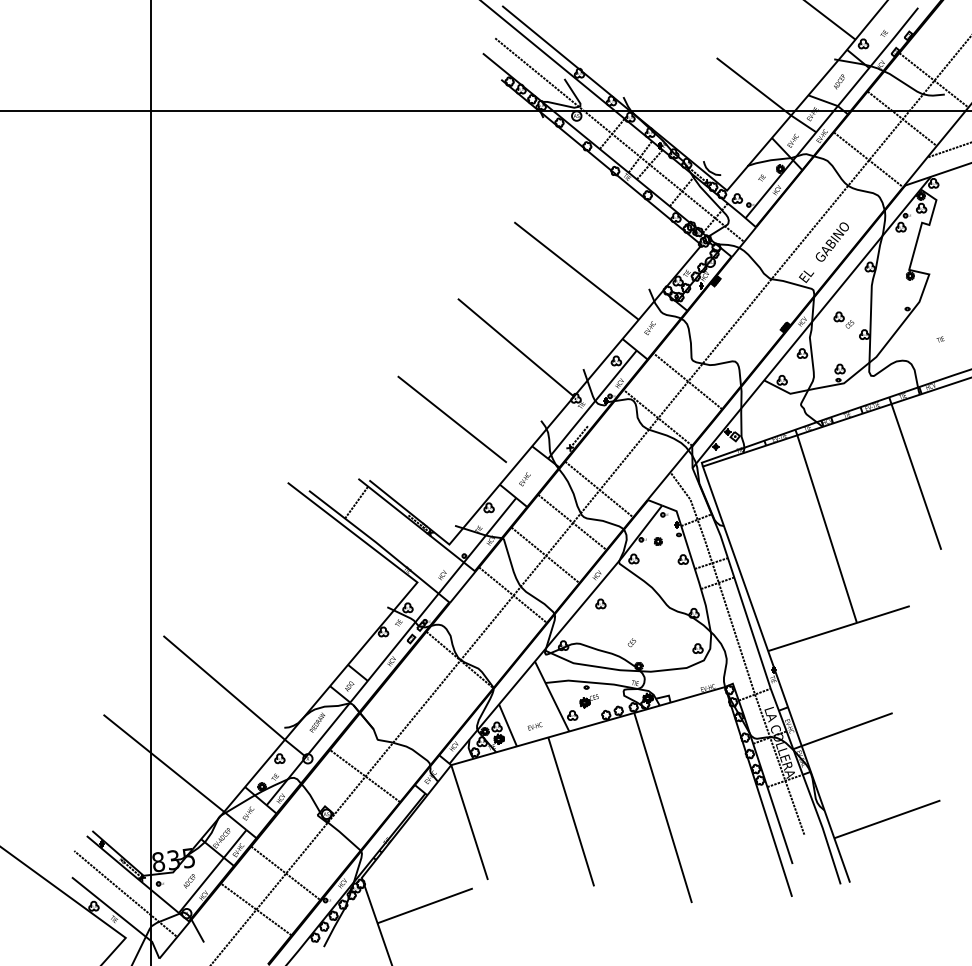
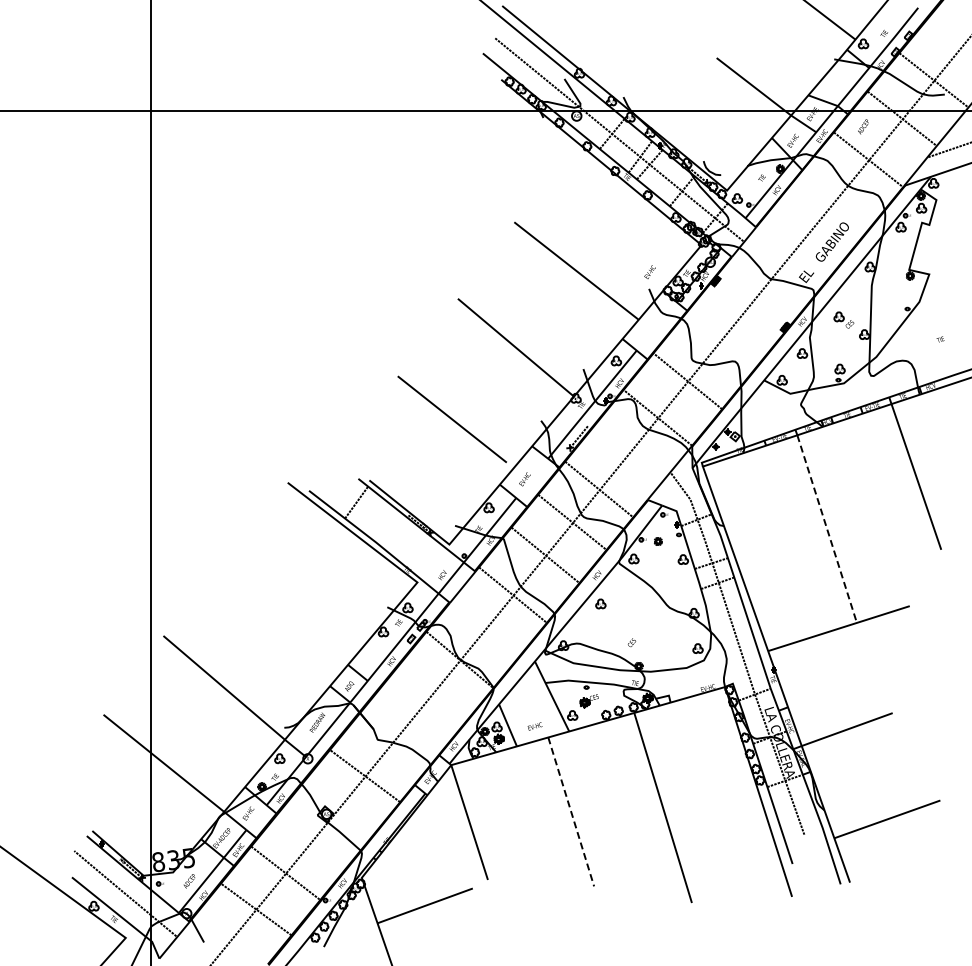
text at (839, 81) position: (839, 81) -> (863, 126)
text at (649, 327) position: (649, 327) -> (649, 271)
line at (827, 529): solid -> dashed
line at (571, 811): solid -> dashed
